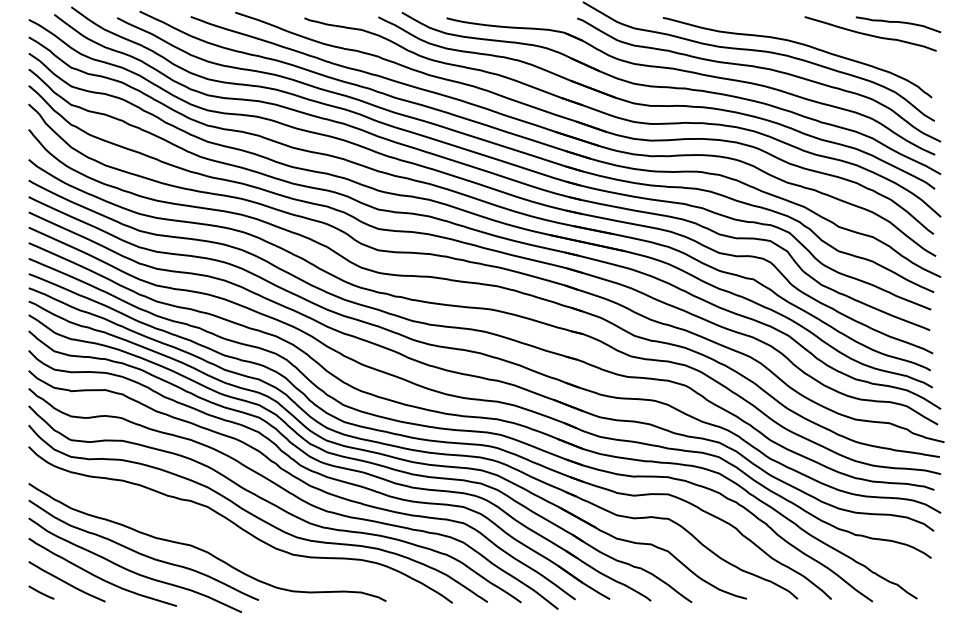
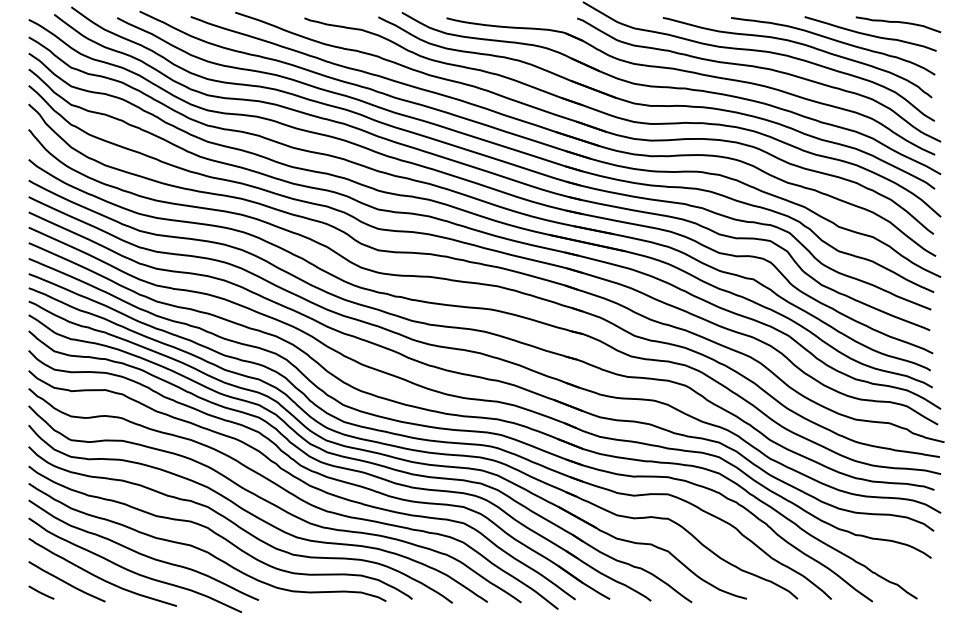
curve at (835, 41): none -> present
curve at (219, 534): none -> present
